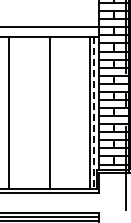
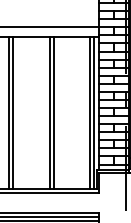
line at (13, 112): none -> present
line at (53, 112): none -> present
line at (94, 113): dashed -> solid
